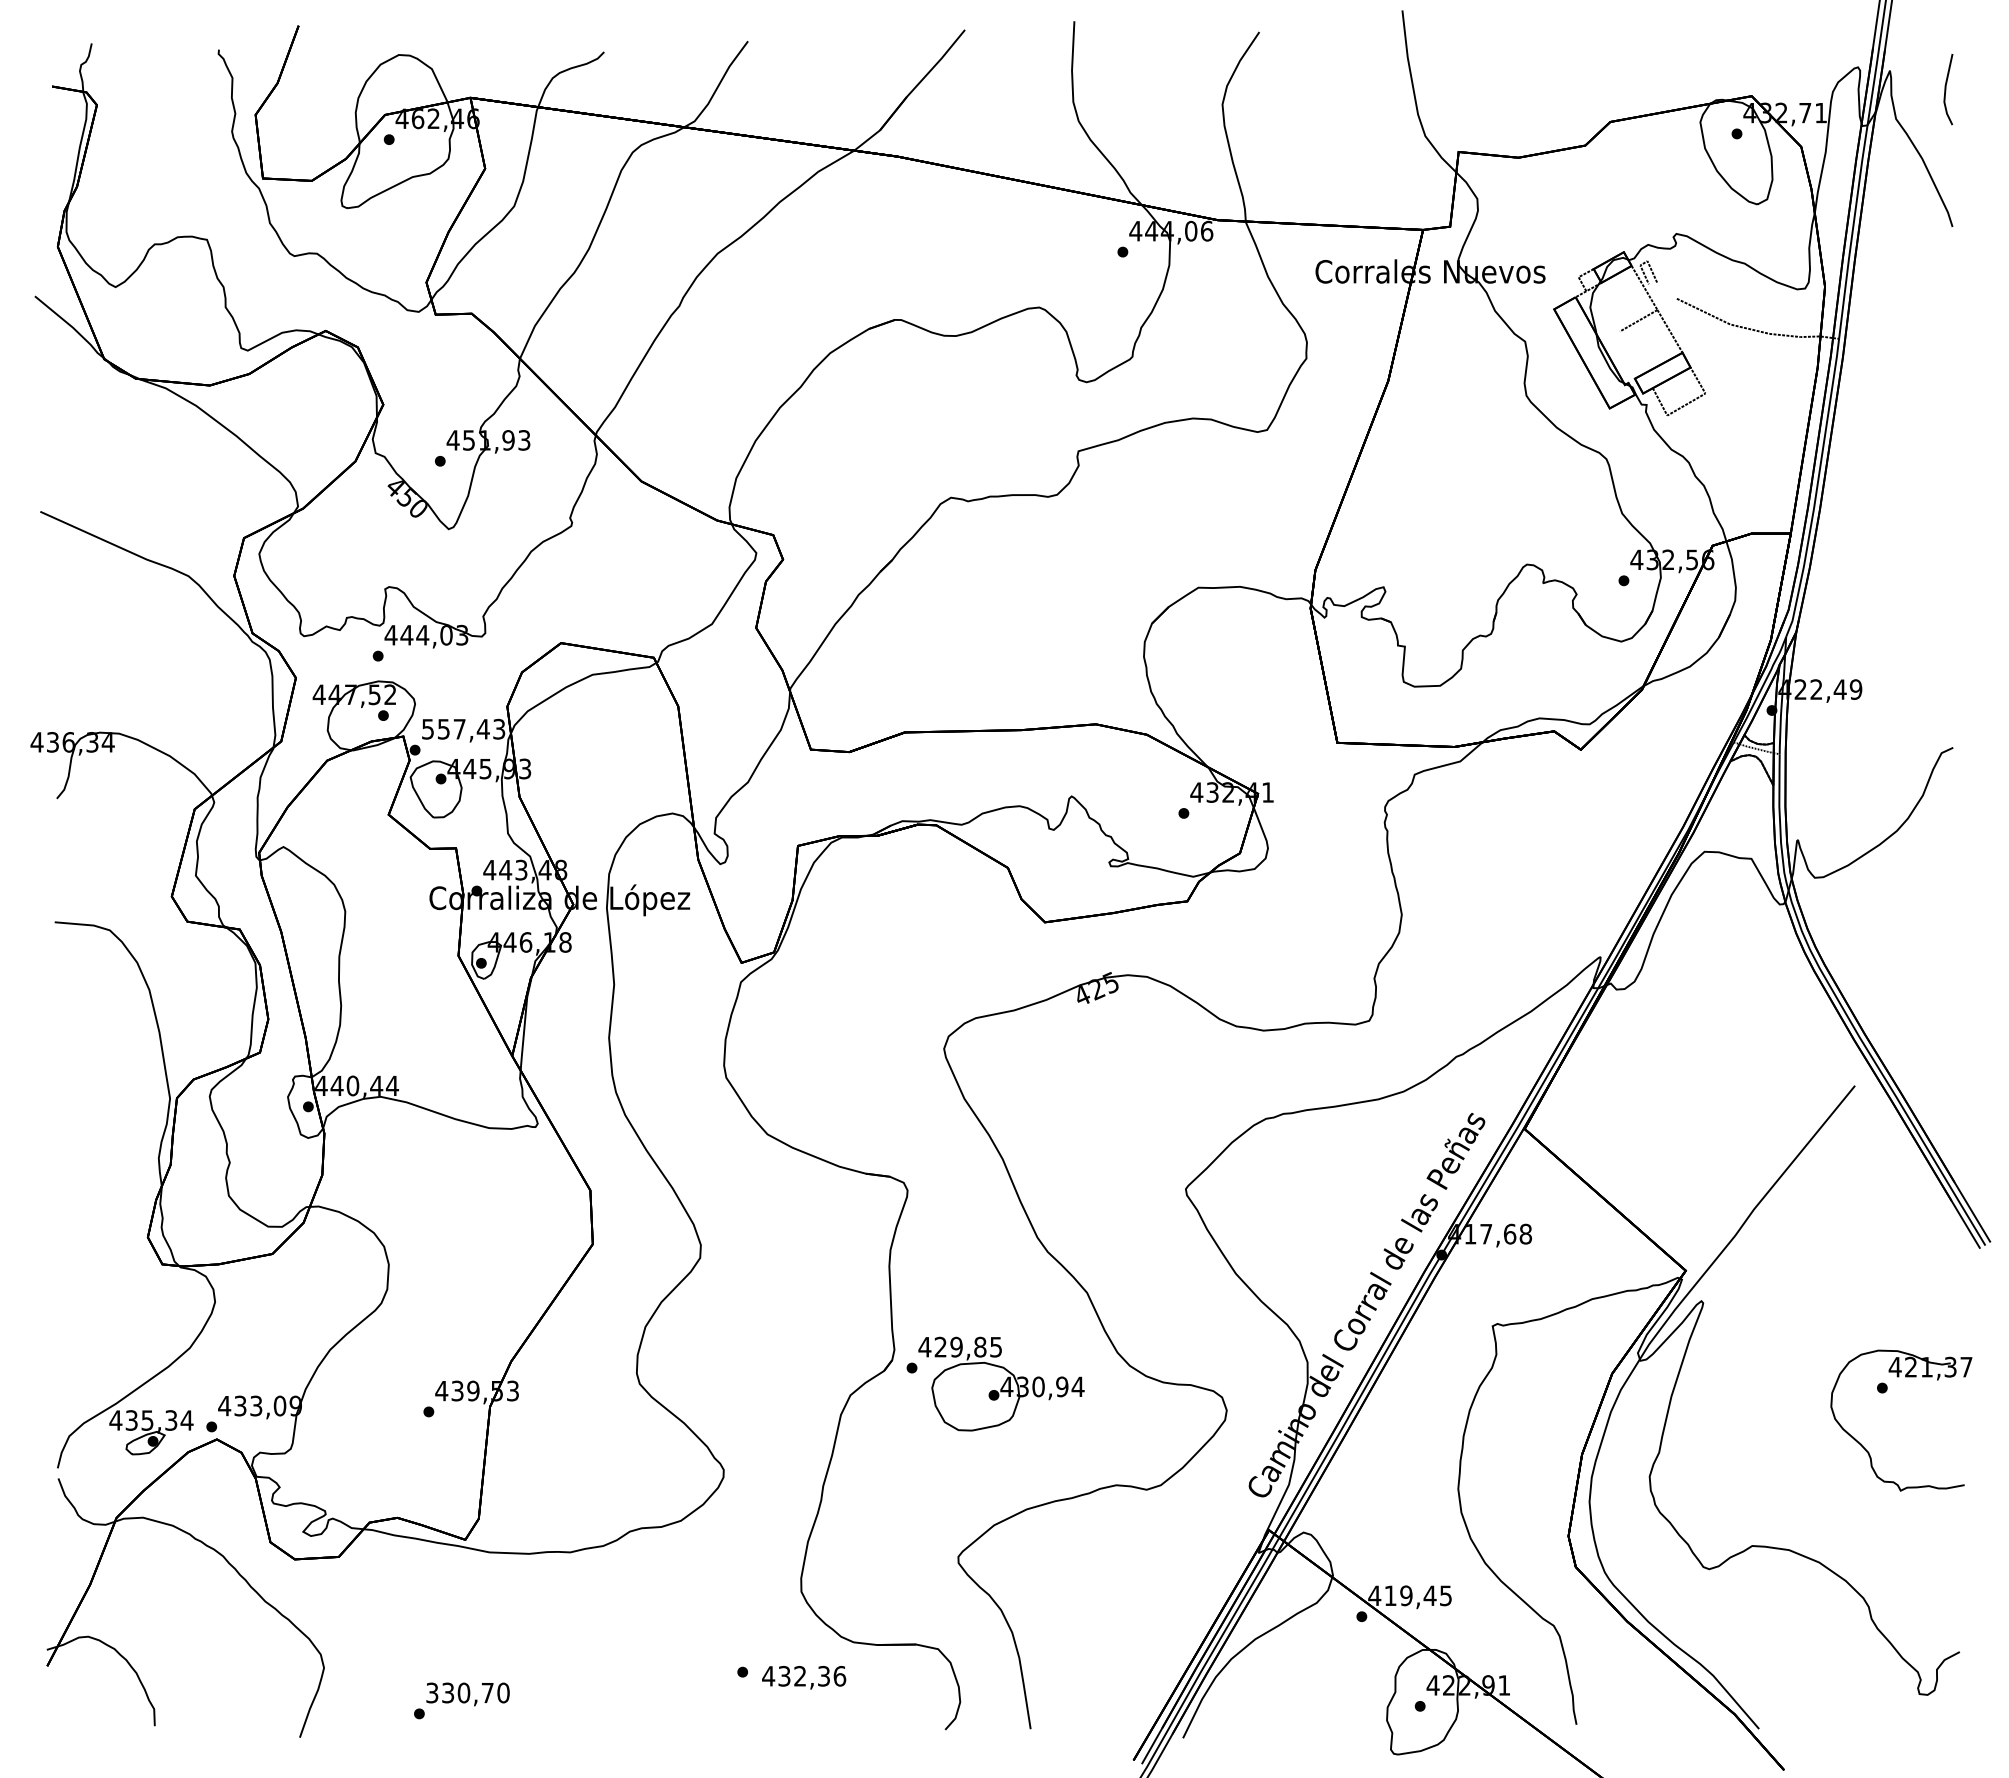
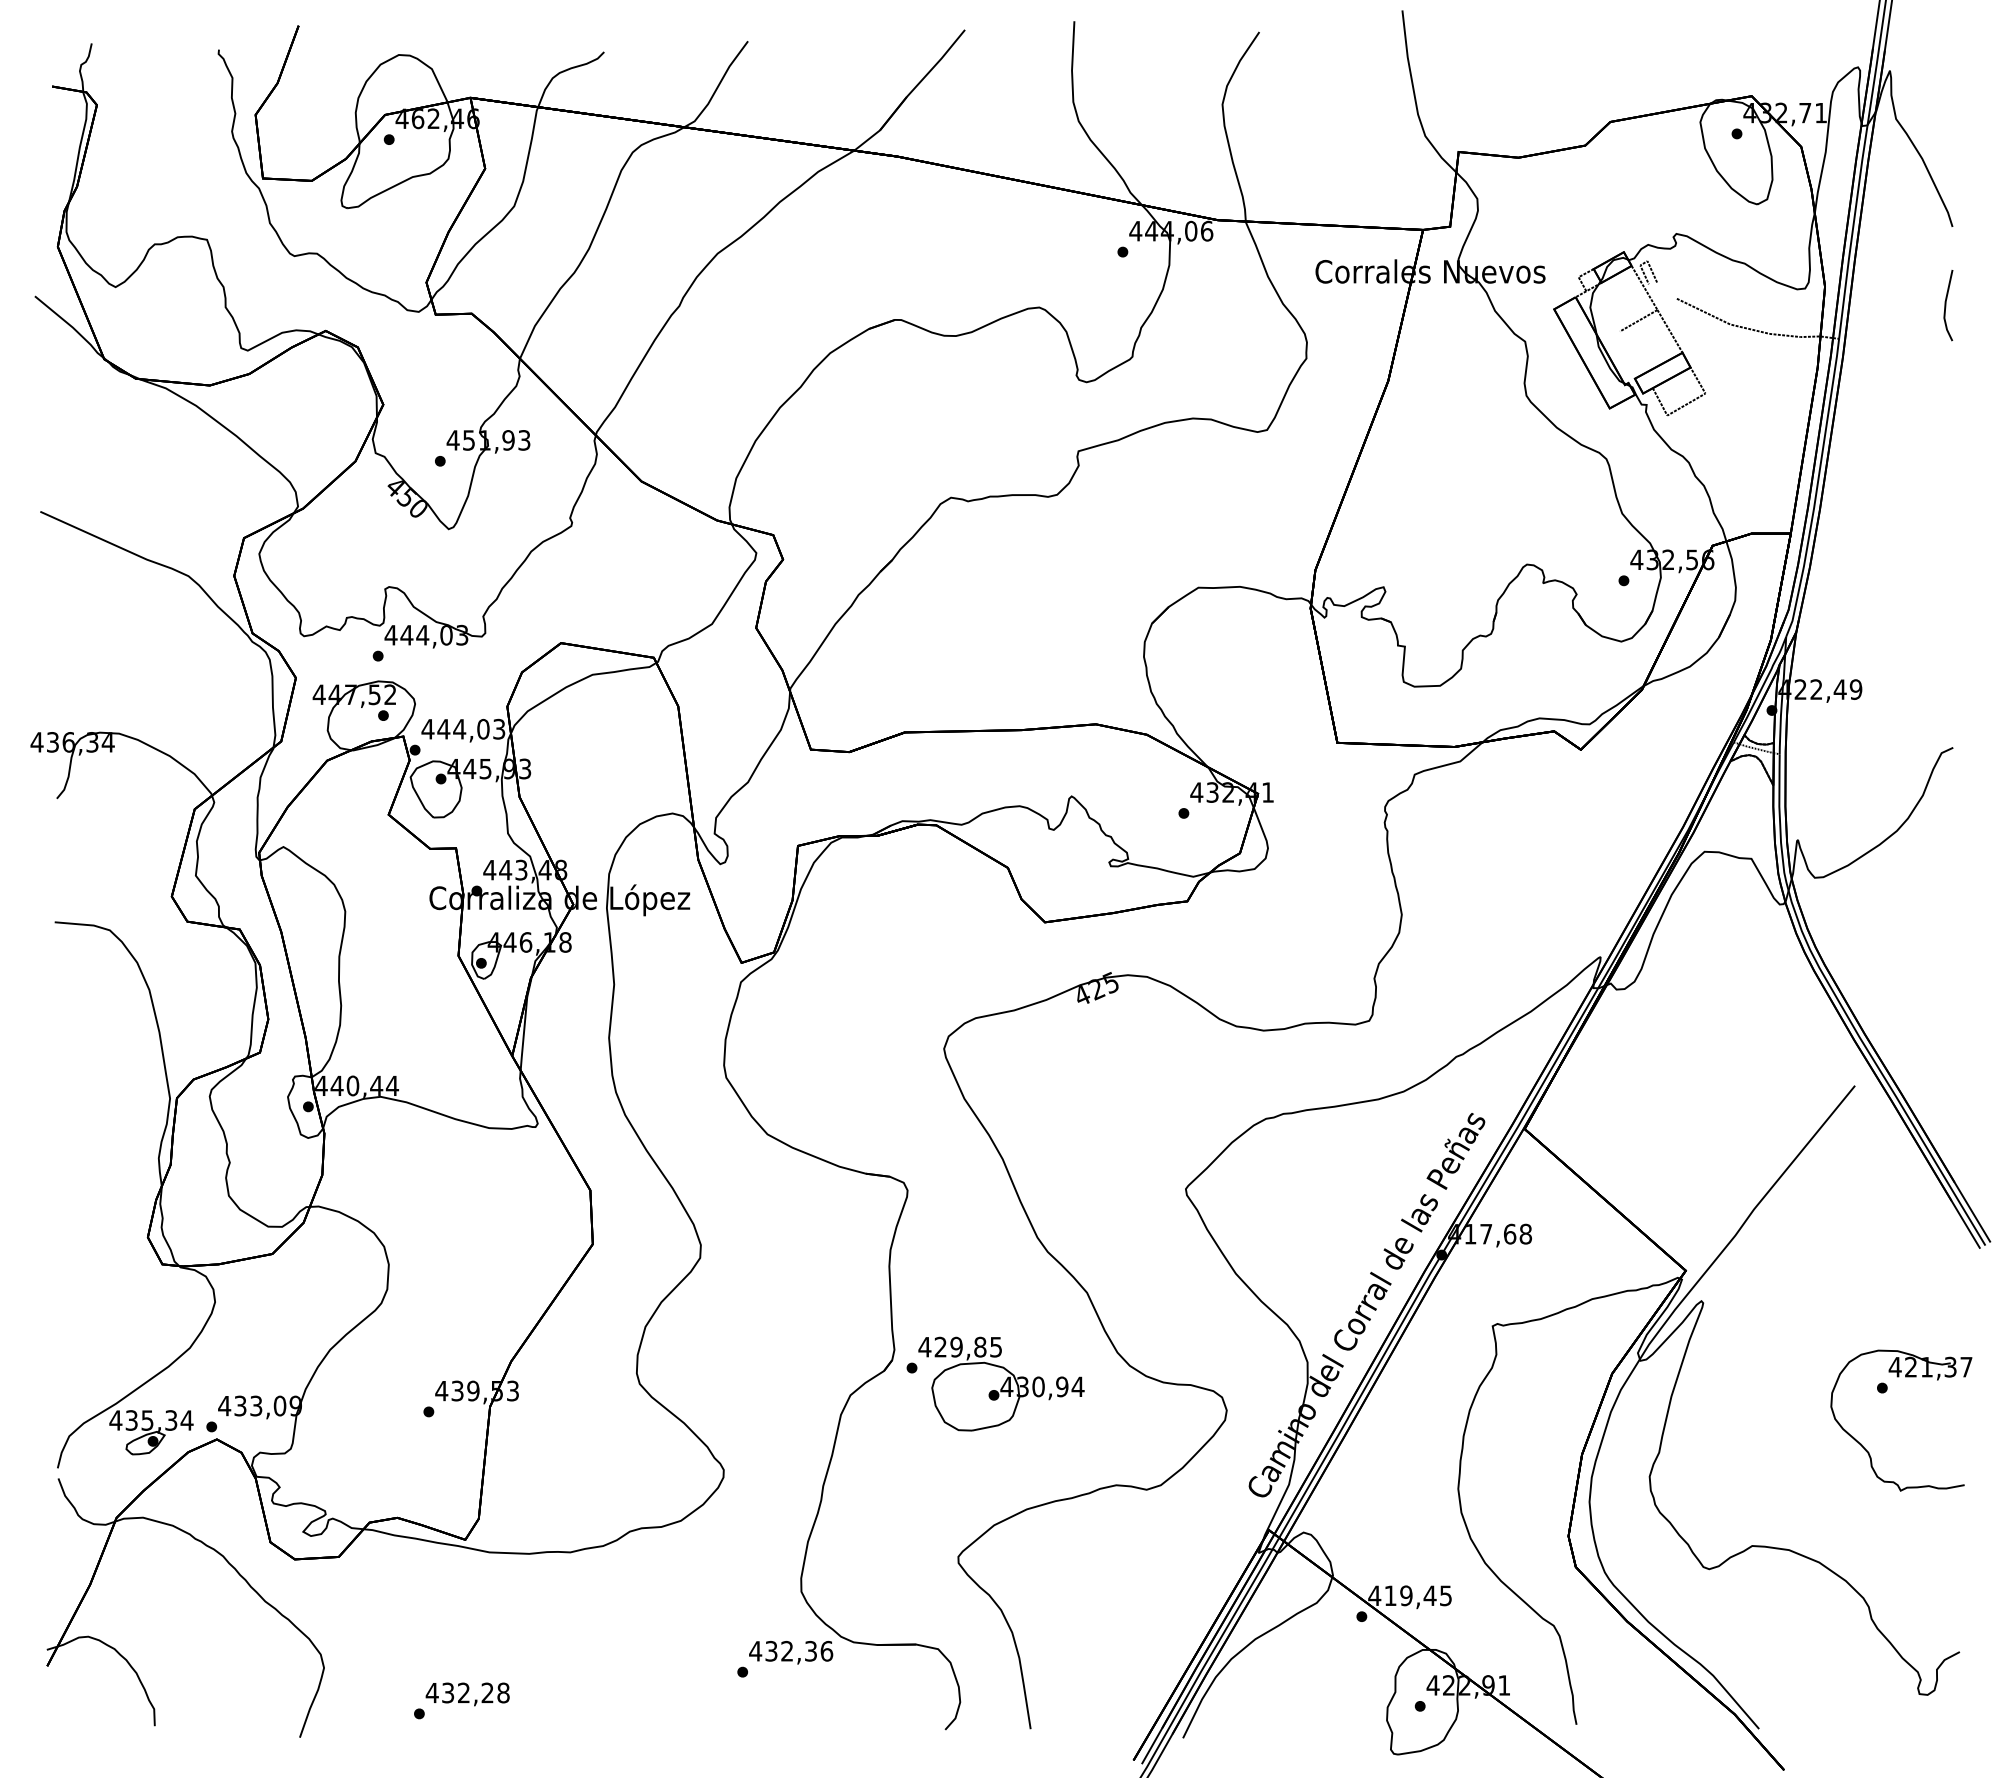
line at (1946, 89) position: (1946, 89) -> (1946, 305)
text at (455, 728): 557,43 -> 444,03
text at (804, 1677) position: (804, 1677) -> (791, 1652)
text at (467, 1692): 330,70 -> 432,28
